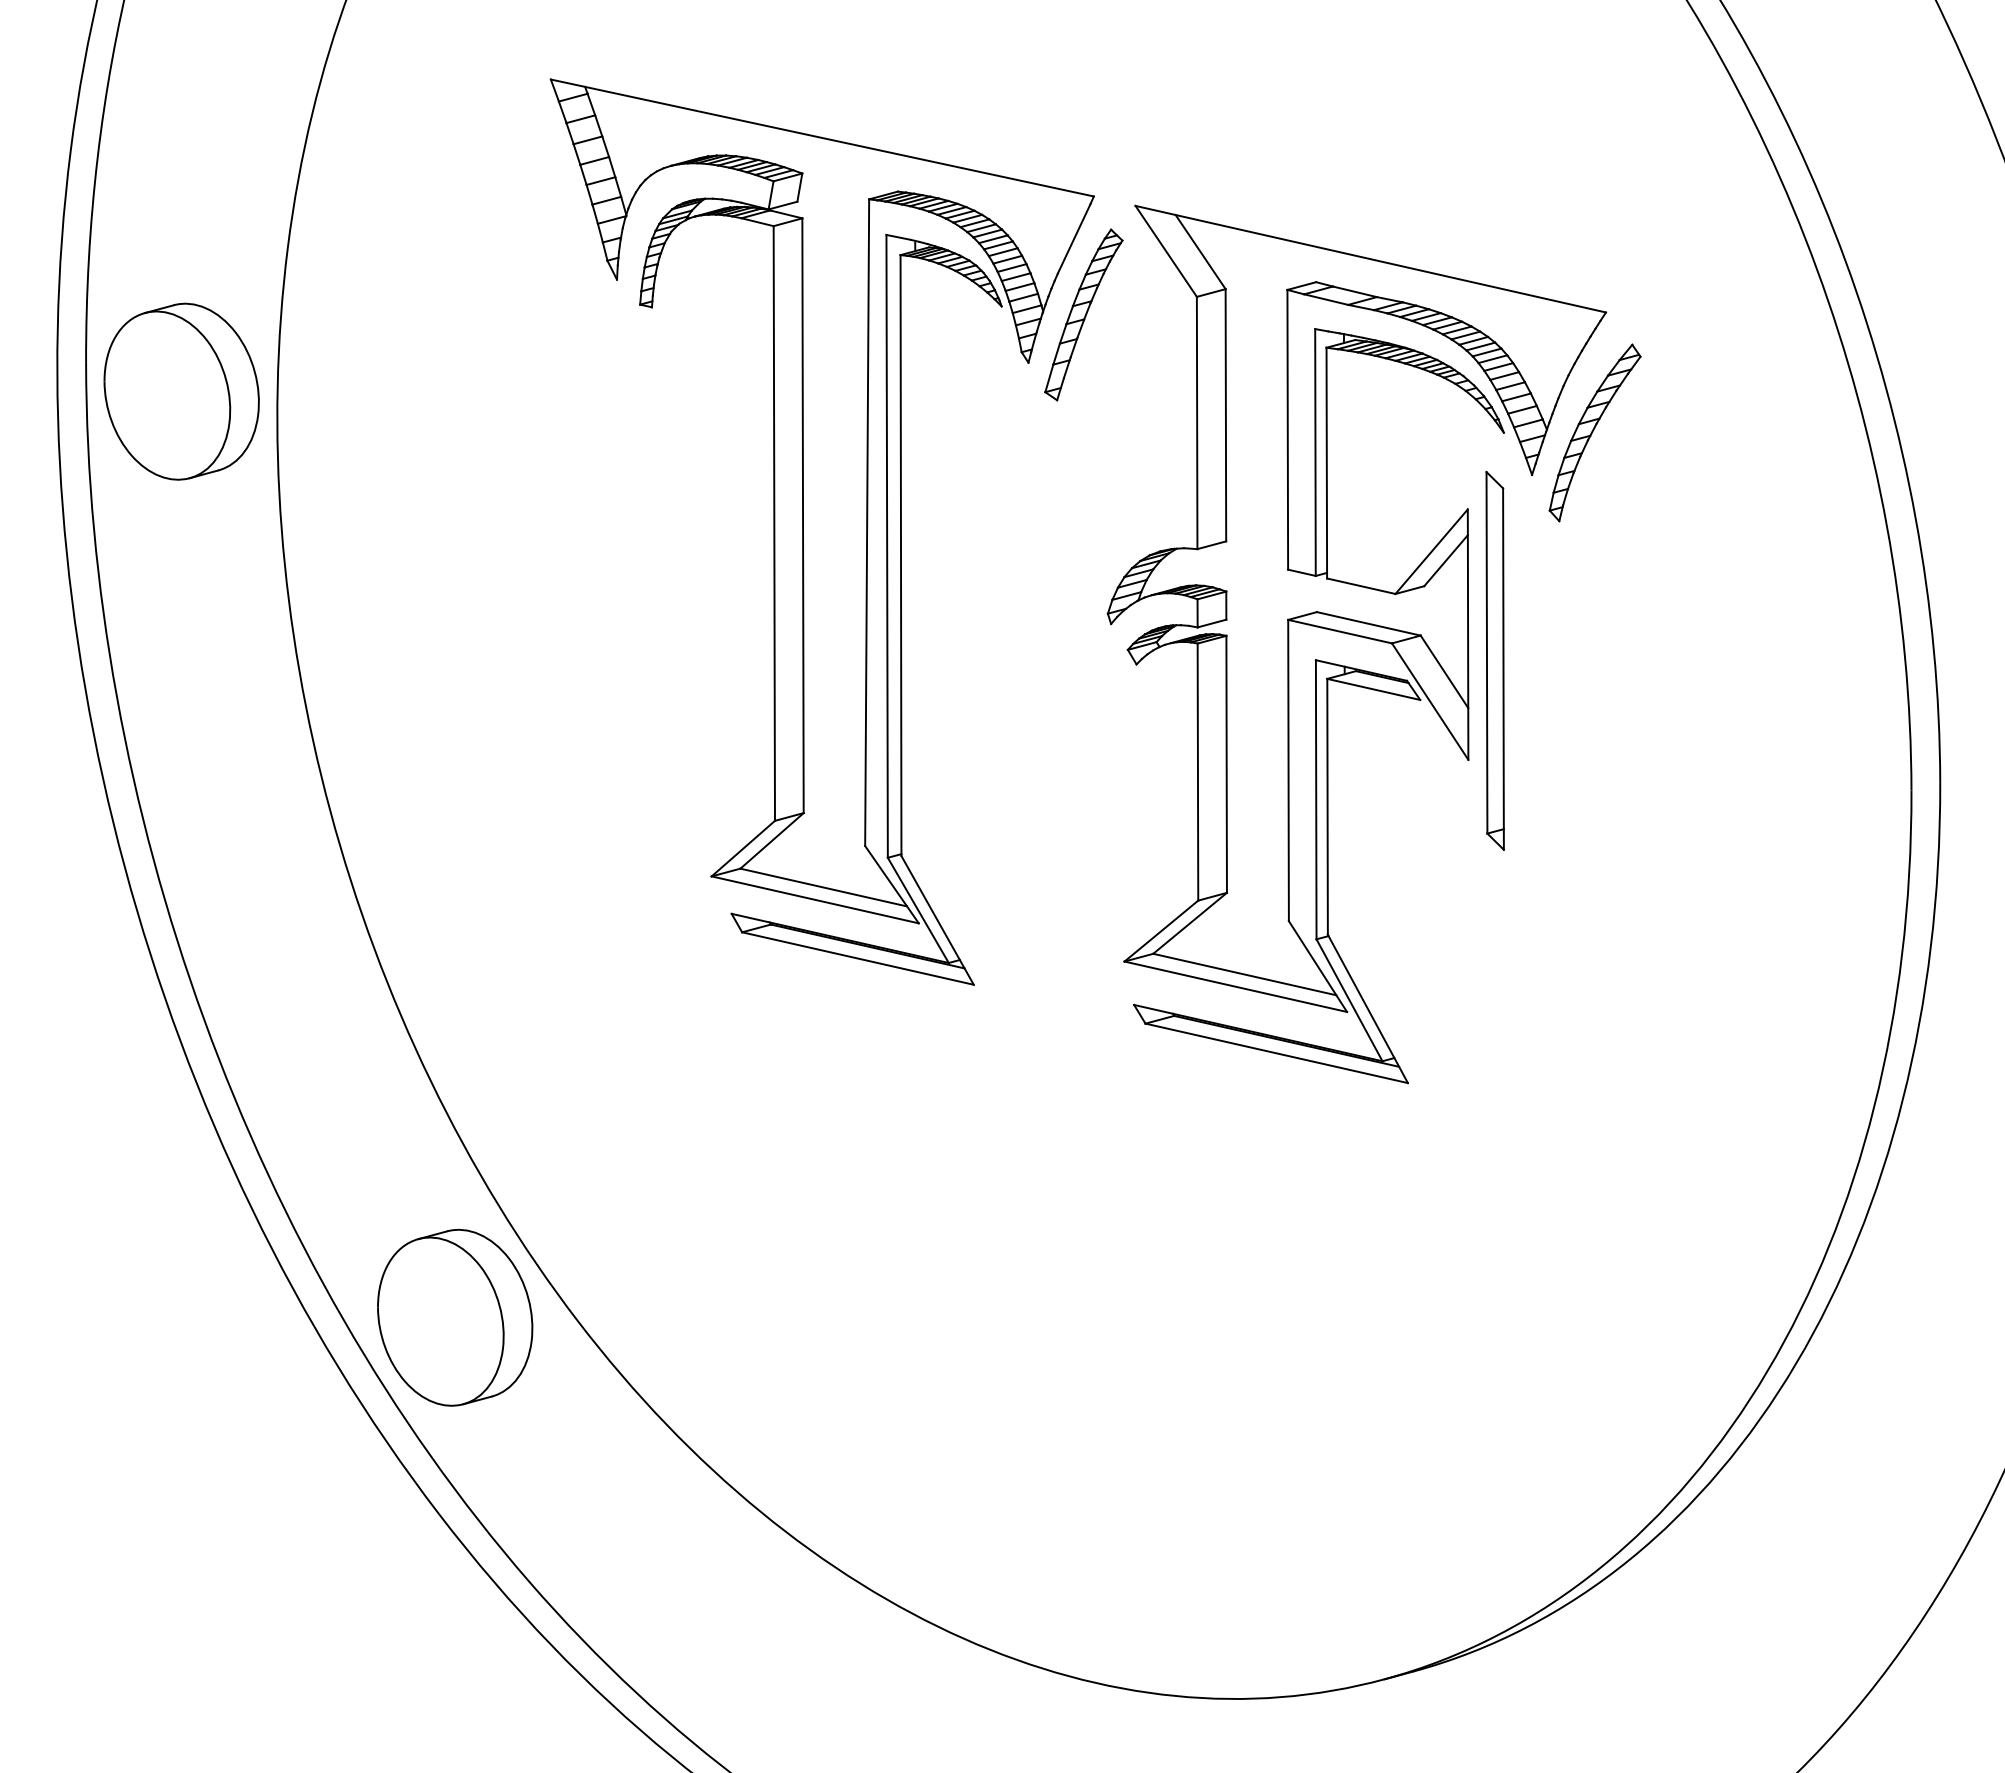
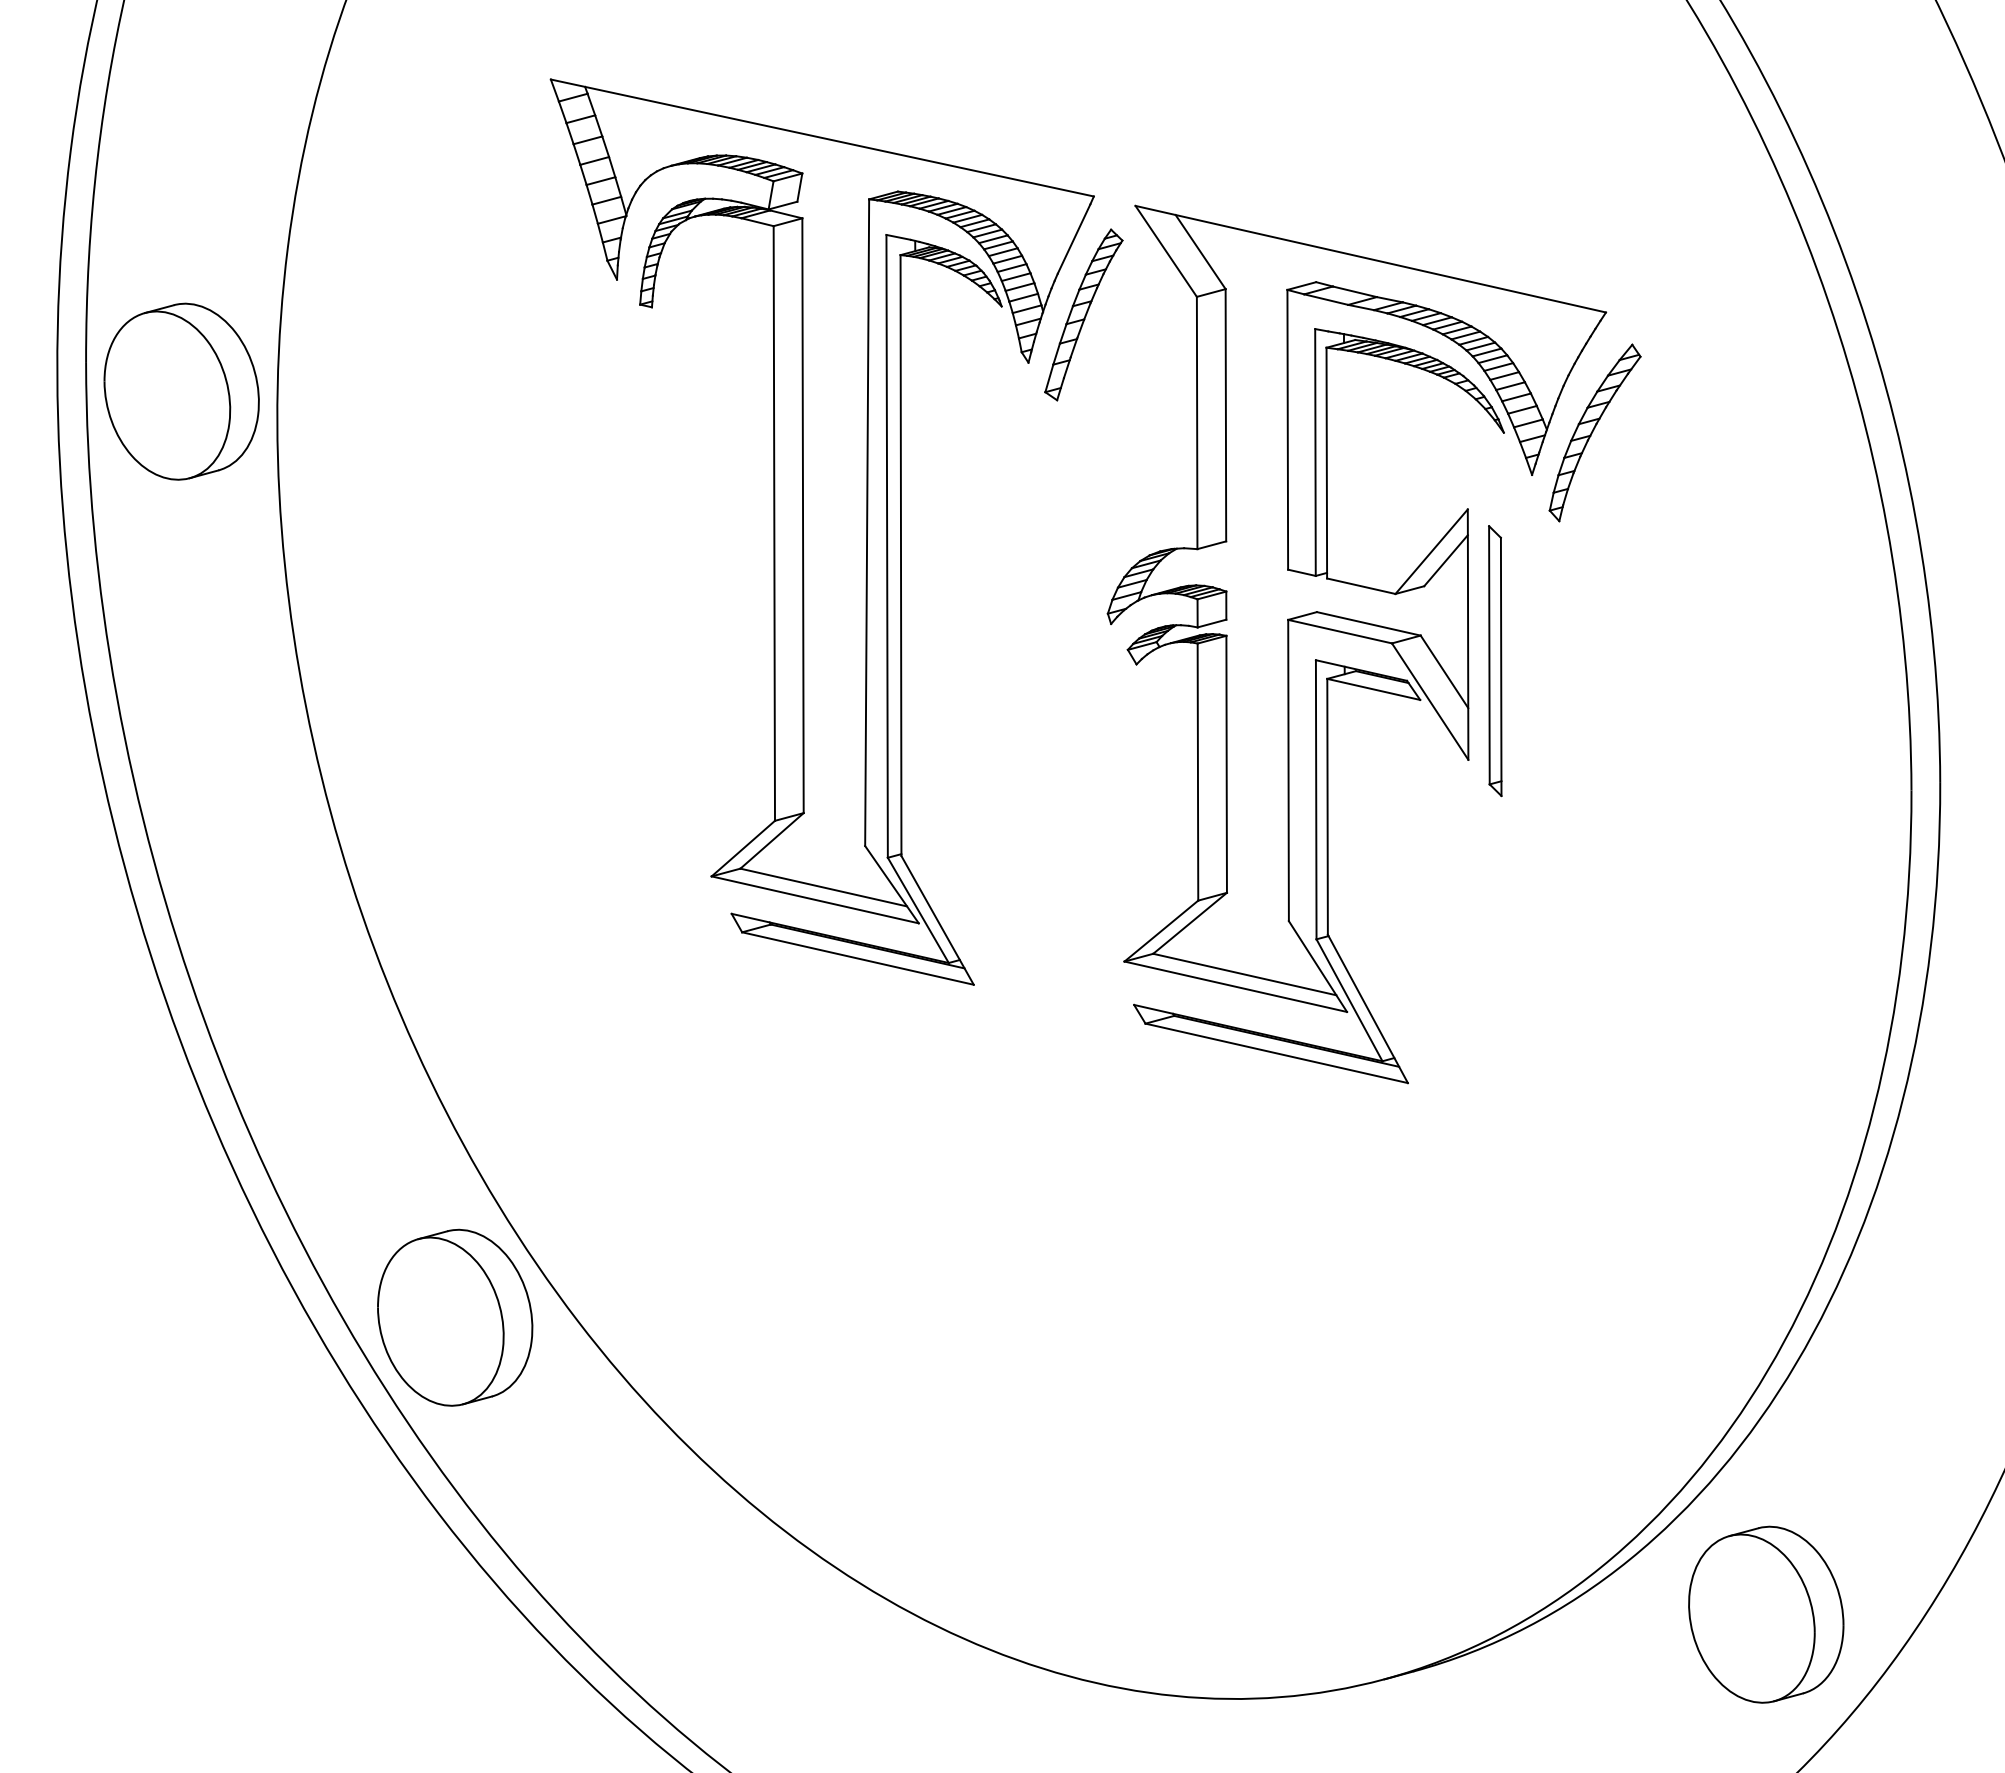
part at (1494, 660) size: 20x380 px -> 15x273 px
part at (1766, 1614): none -> present
